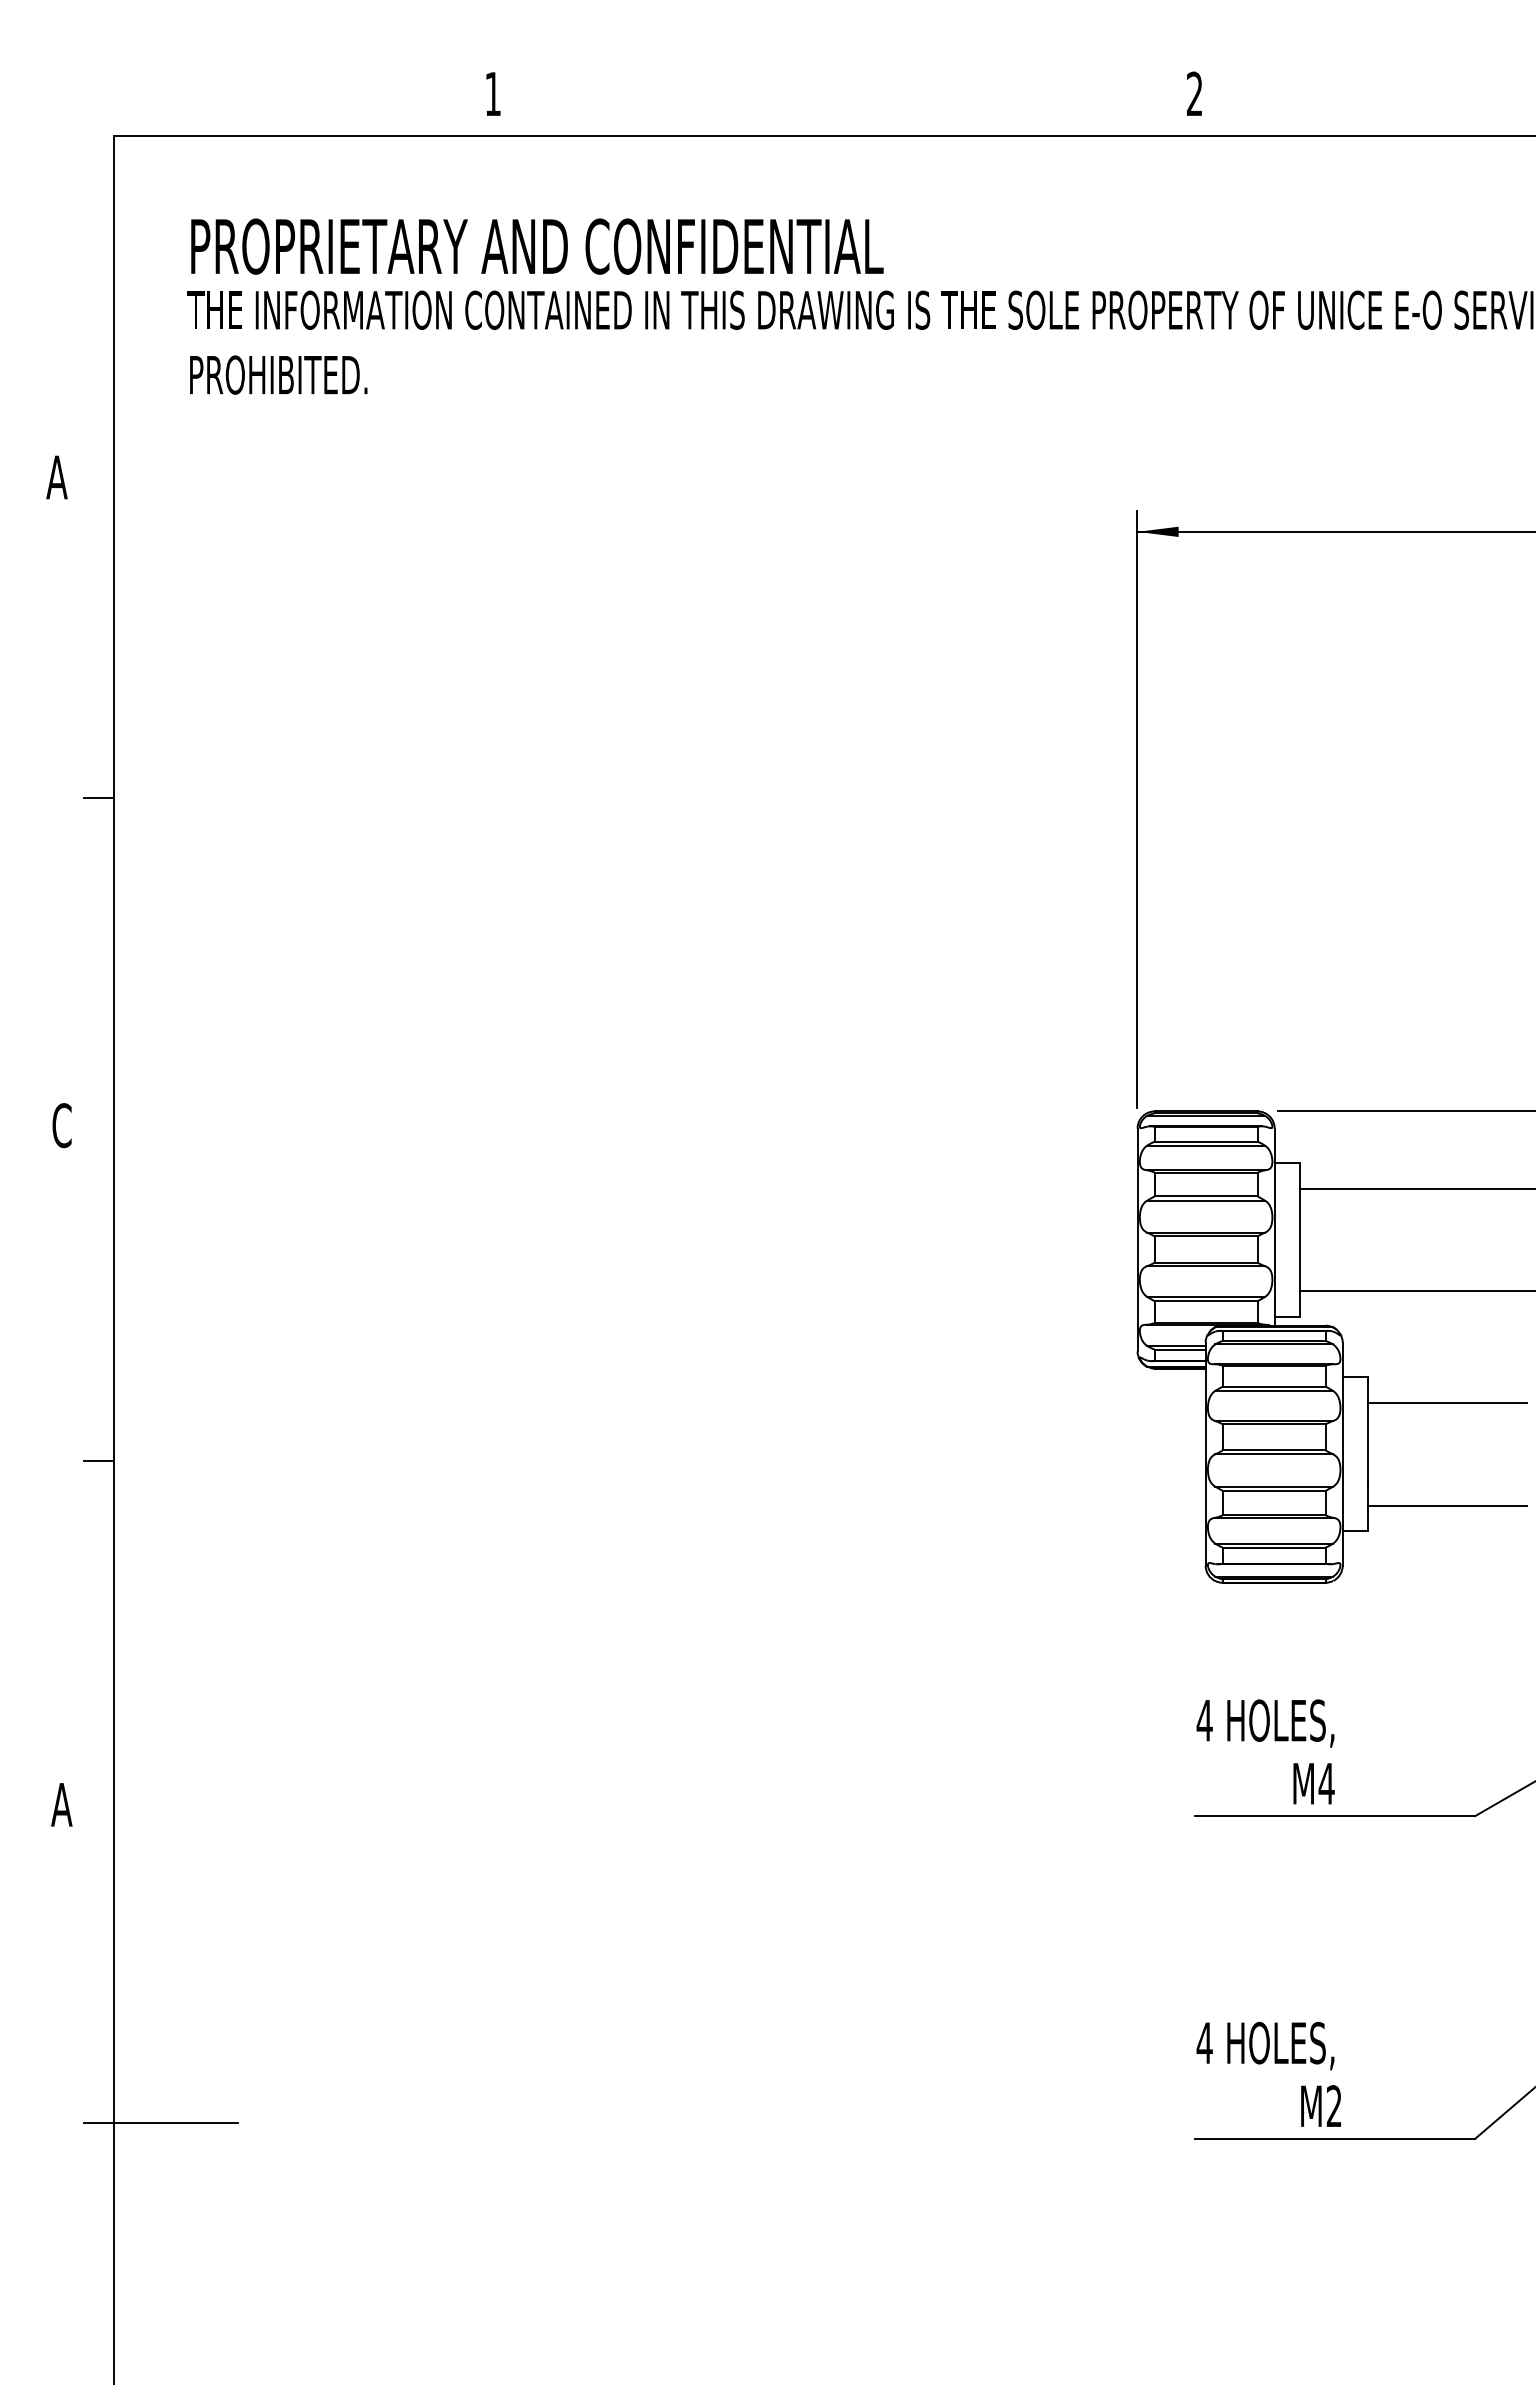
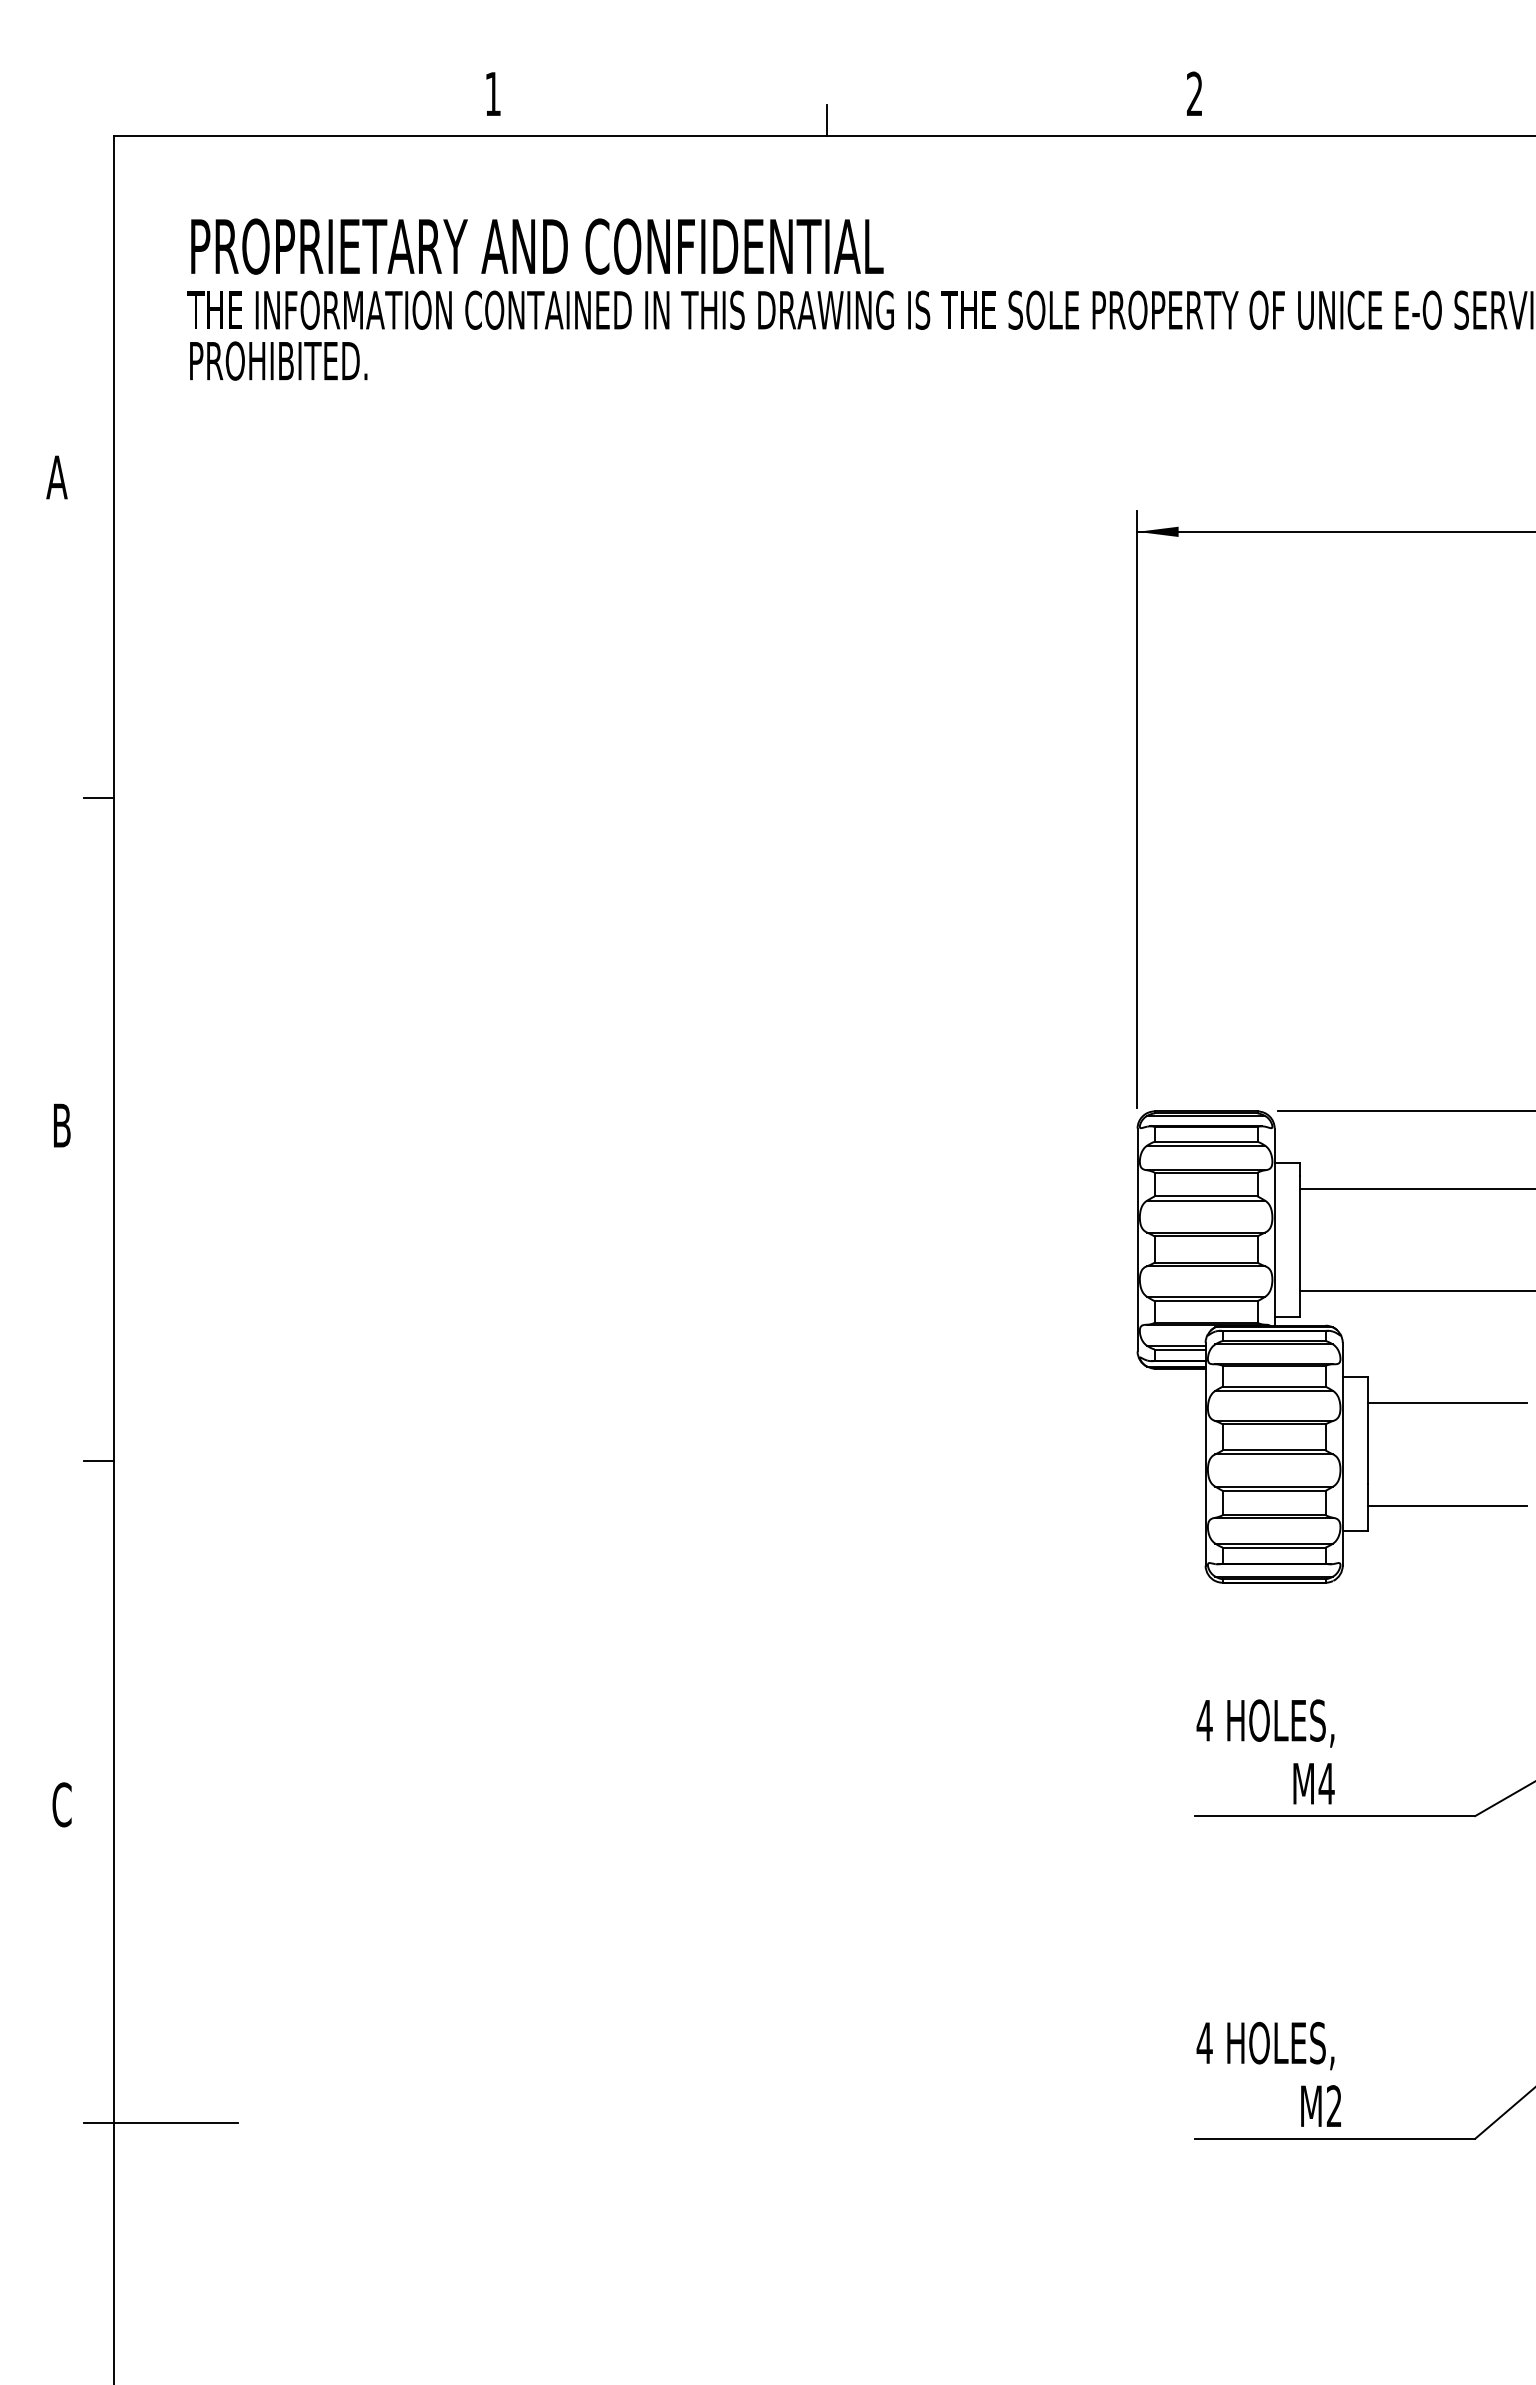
line at (826, 119): none -> present
text at (278, 374) position: (278, 374) -> (278, 360)
text at (61, 1125): C -> B
text at (61, 1804): A -> C
